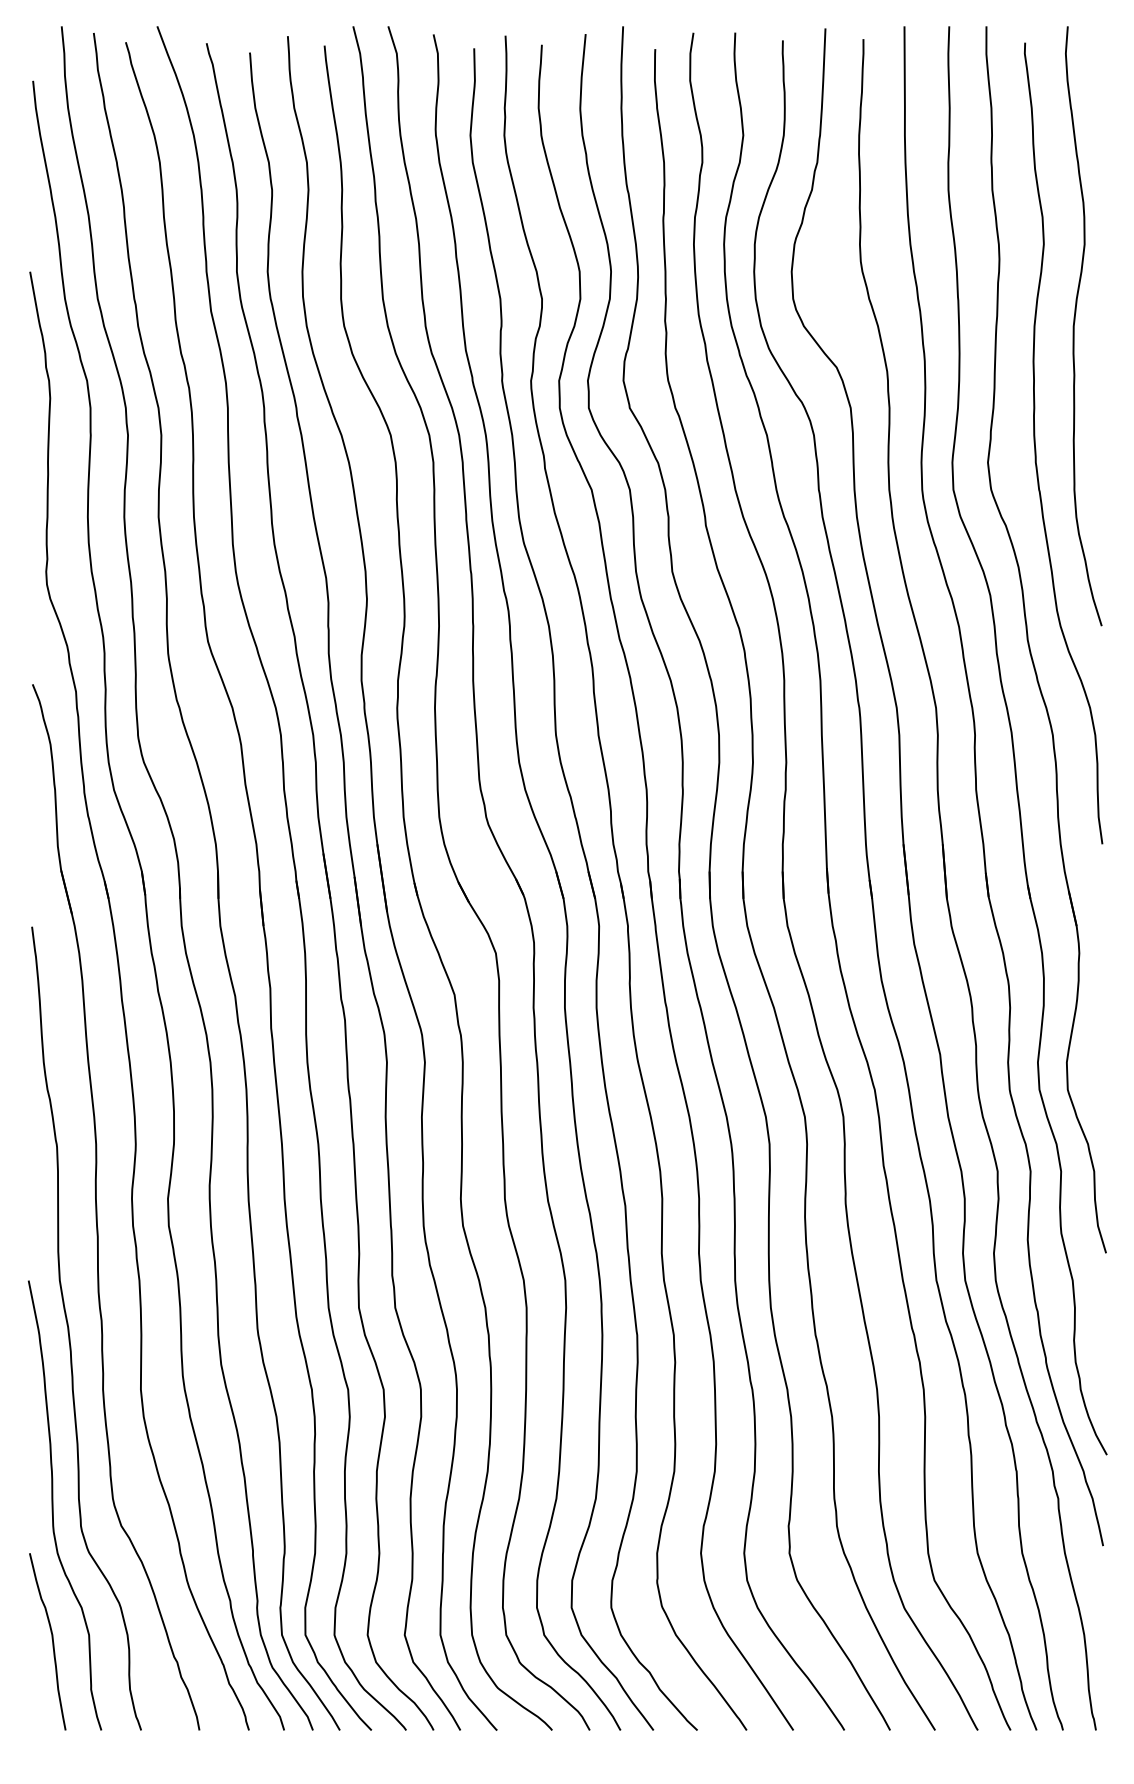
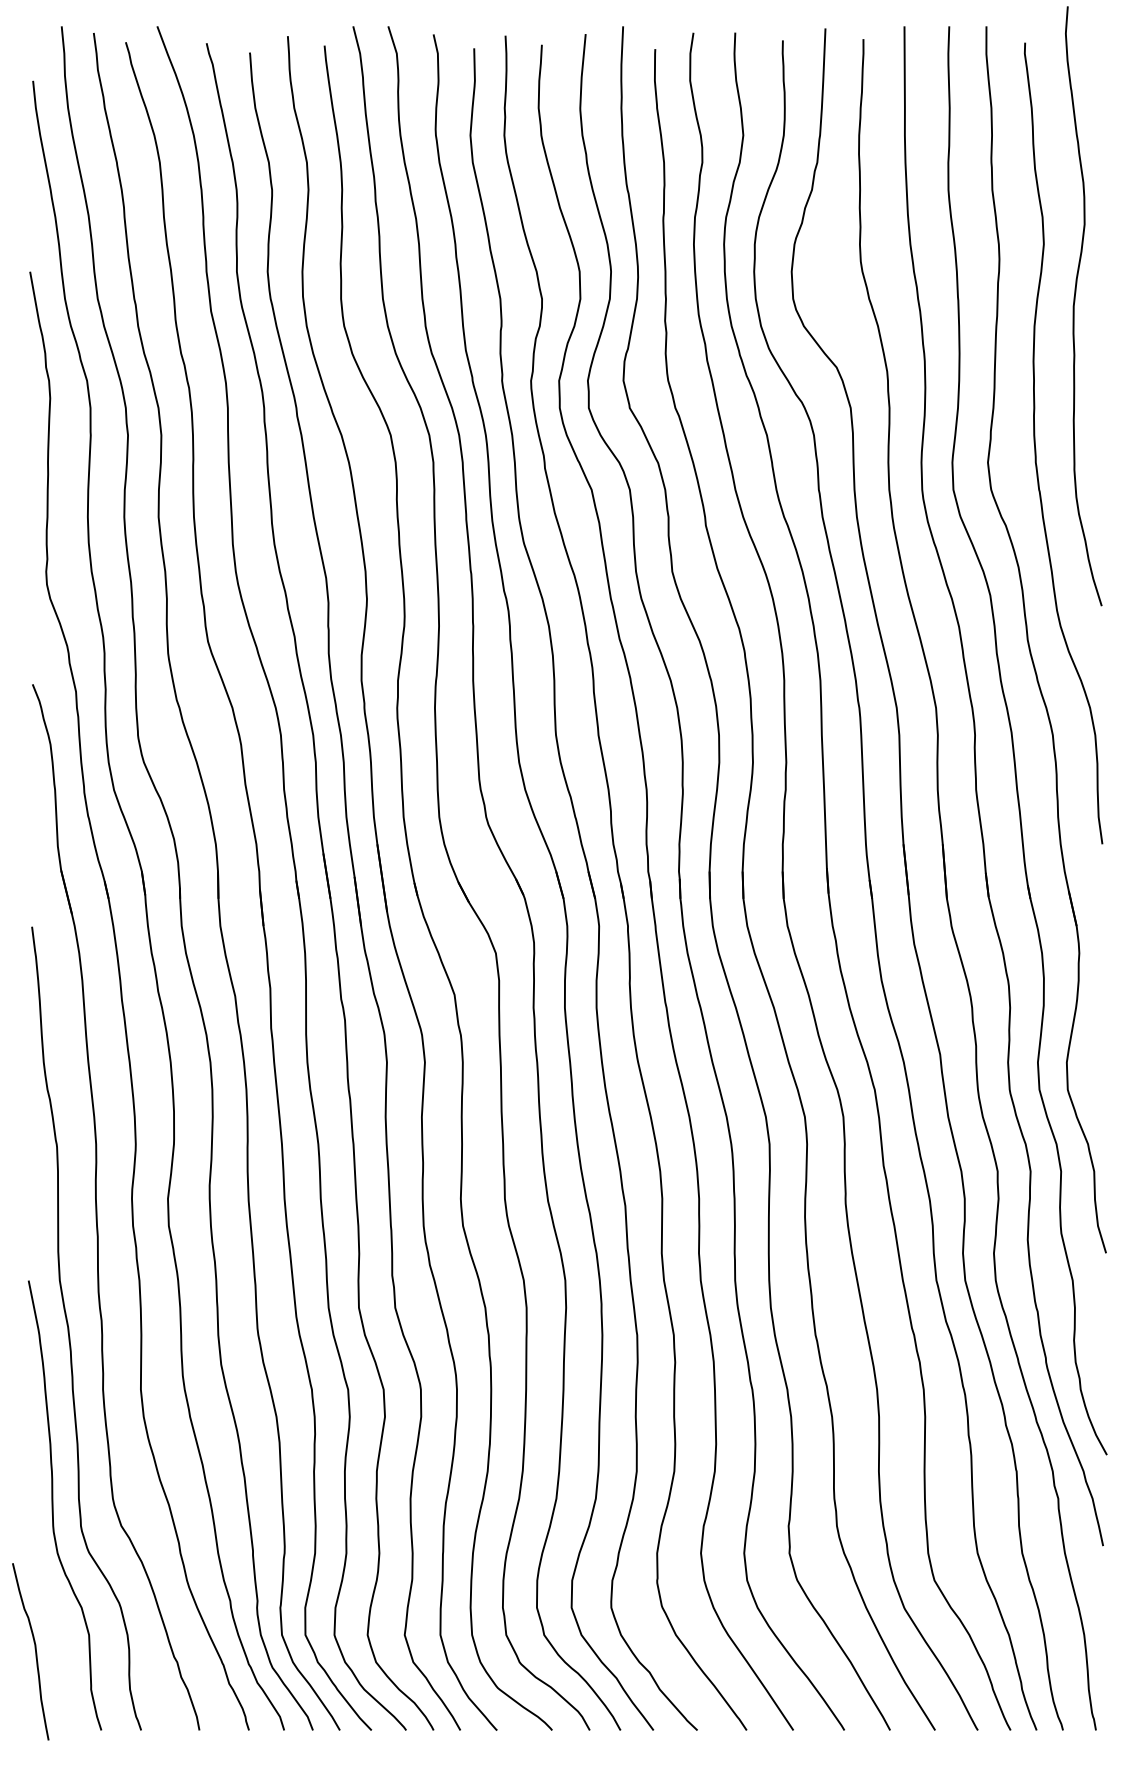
curve at (1075, 322) position: (1075, 322) -> (1075, 302)
curve at (51, 1638) position: (51, 1638) -> (34, 1648)
